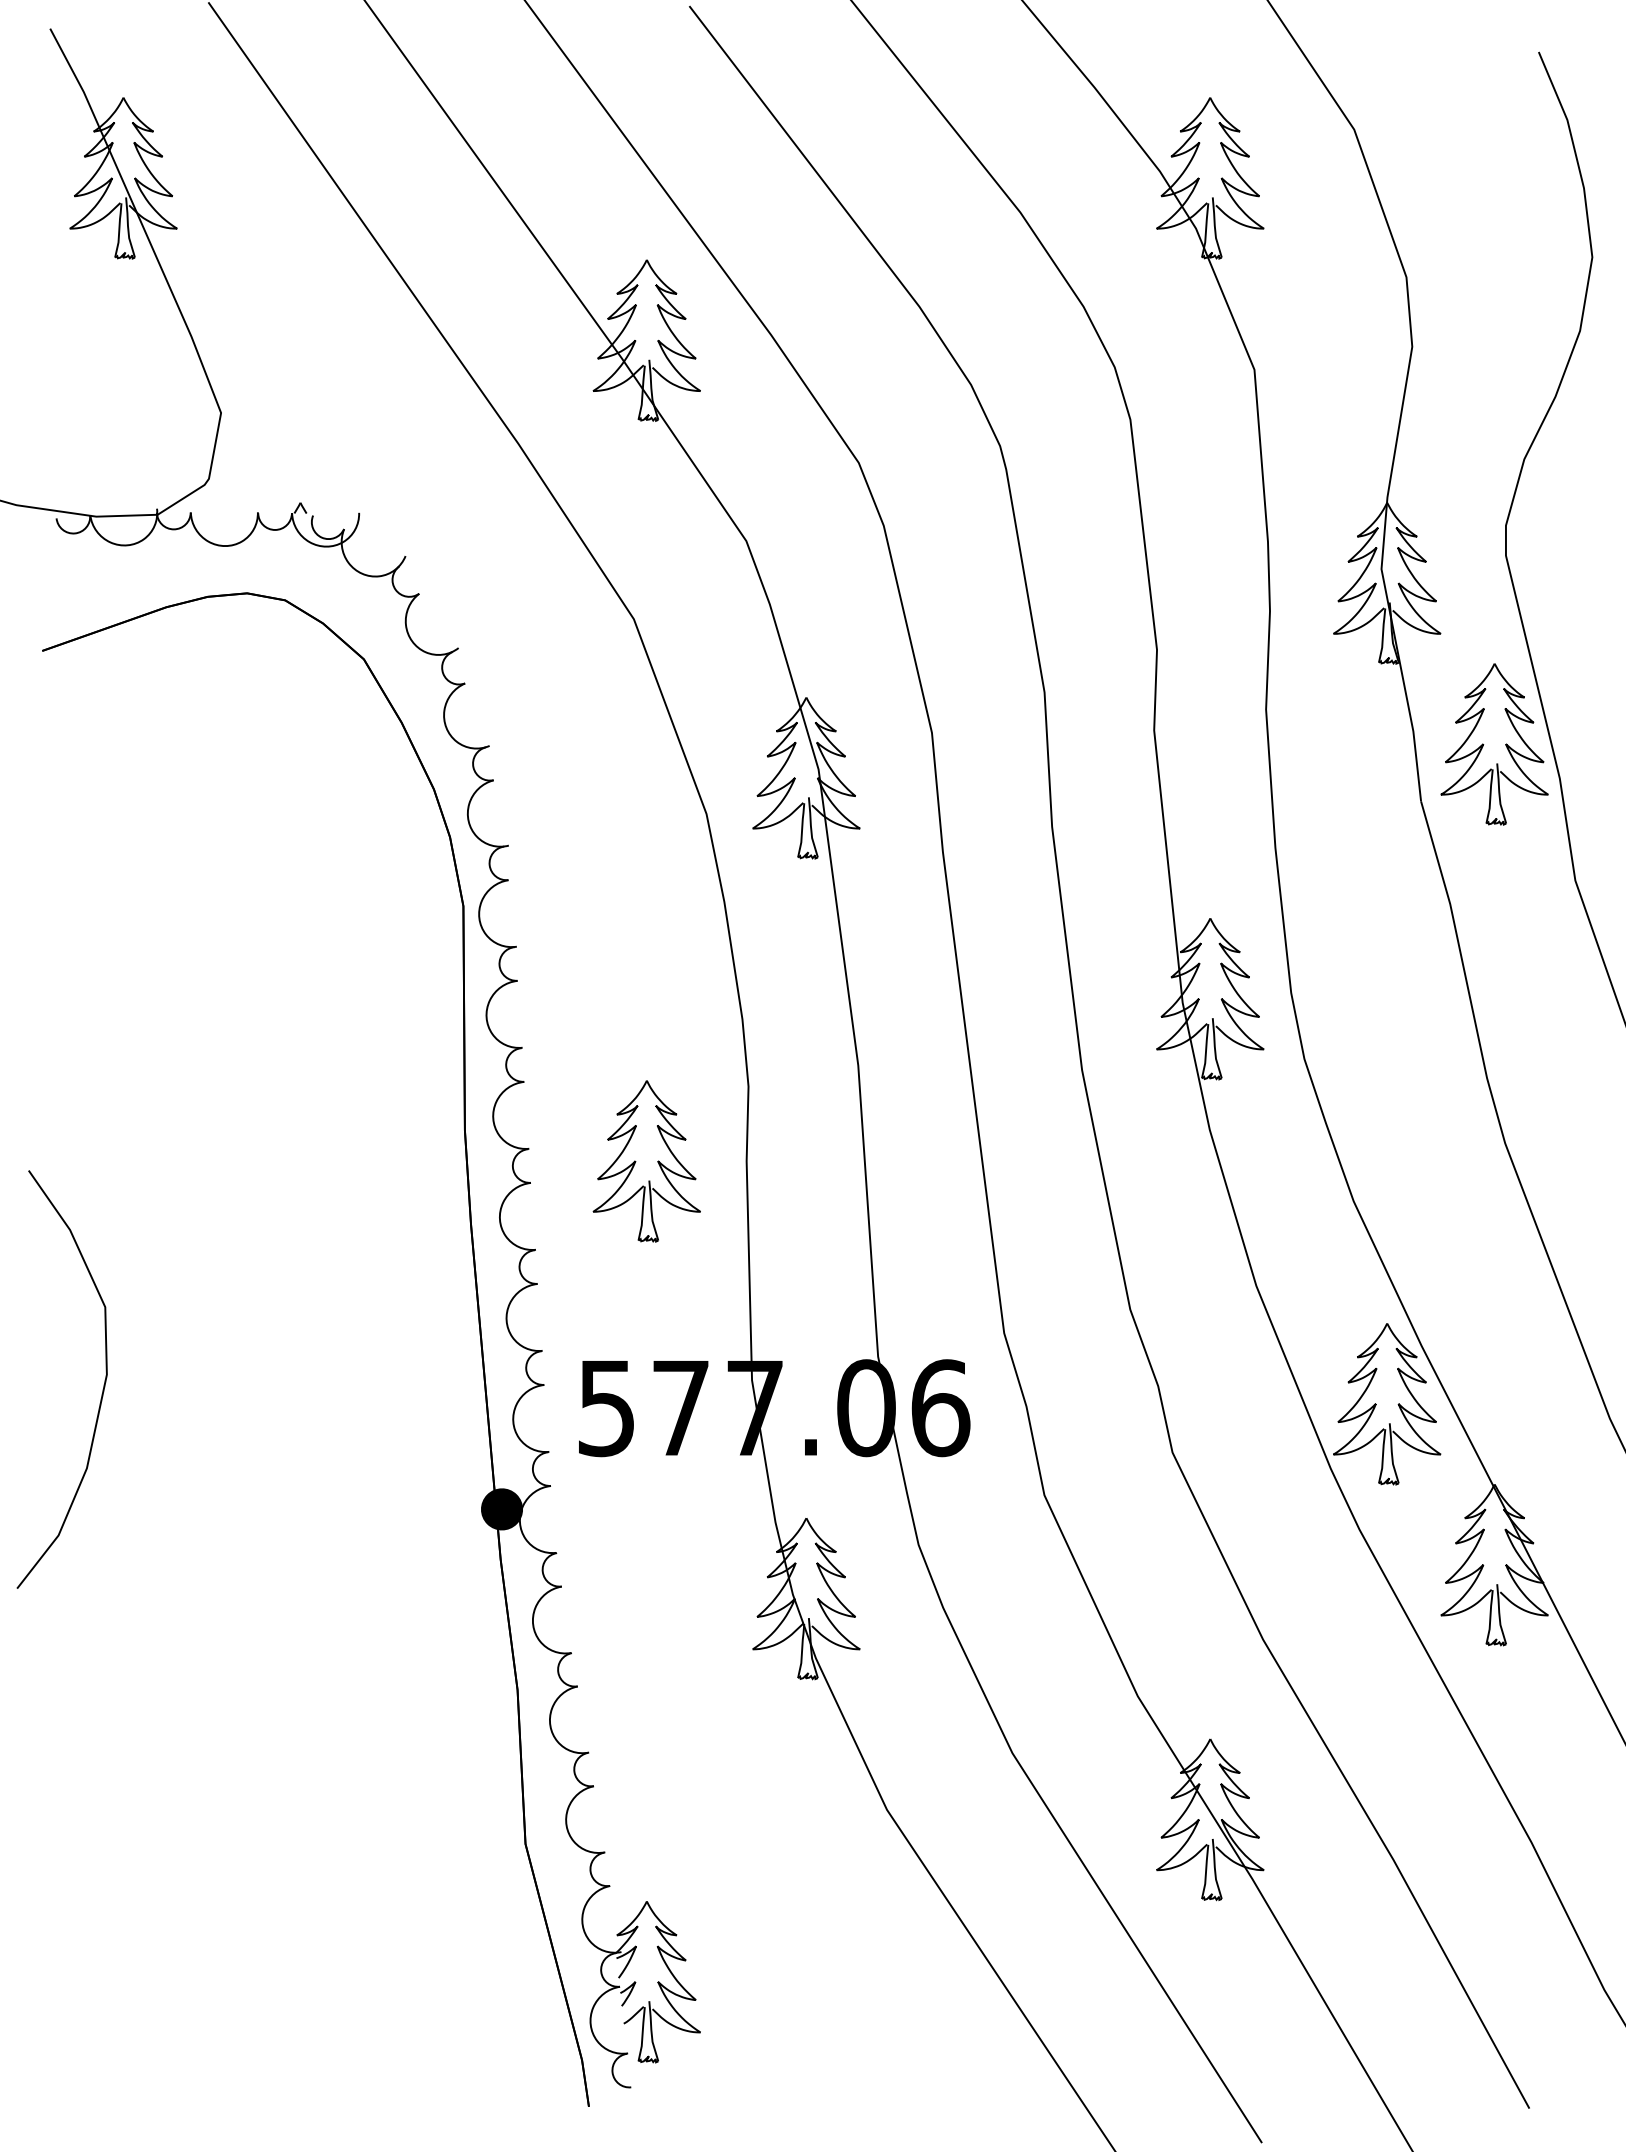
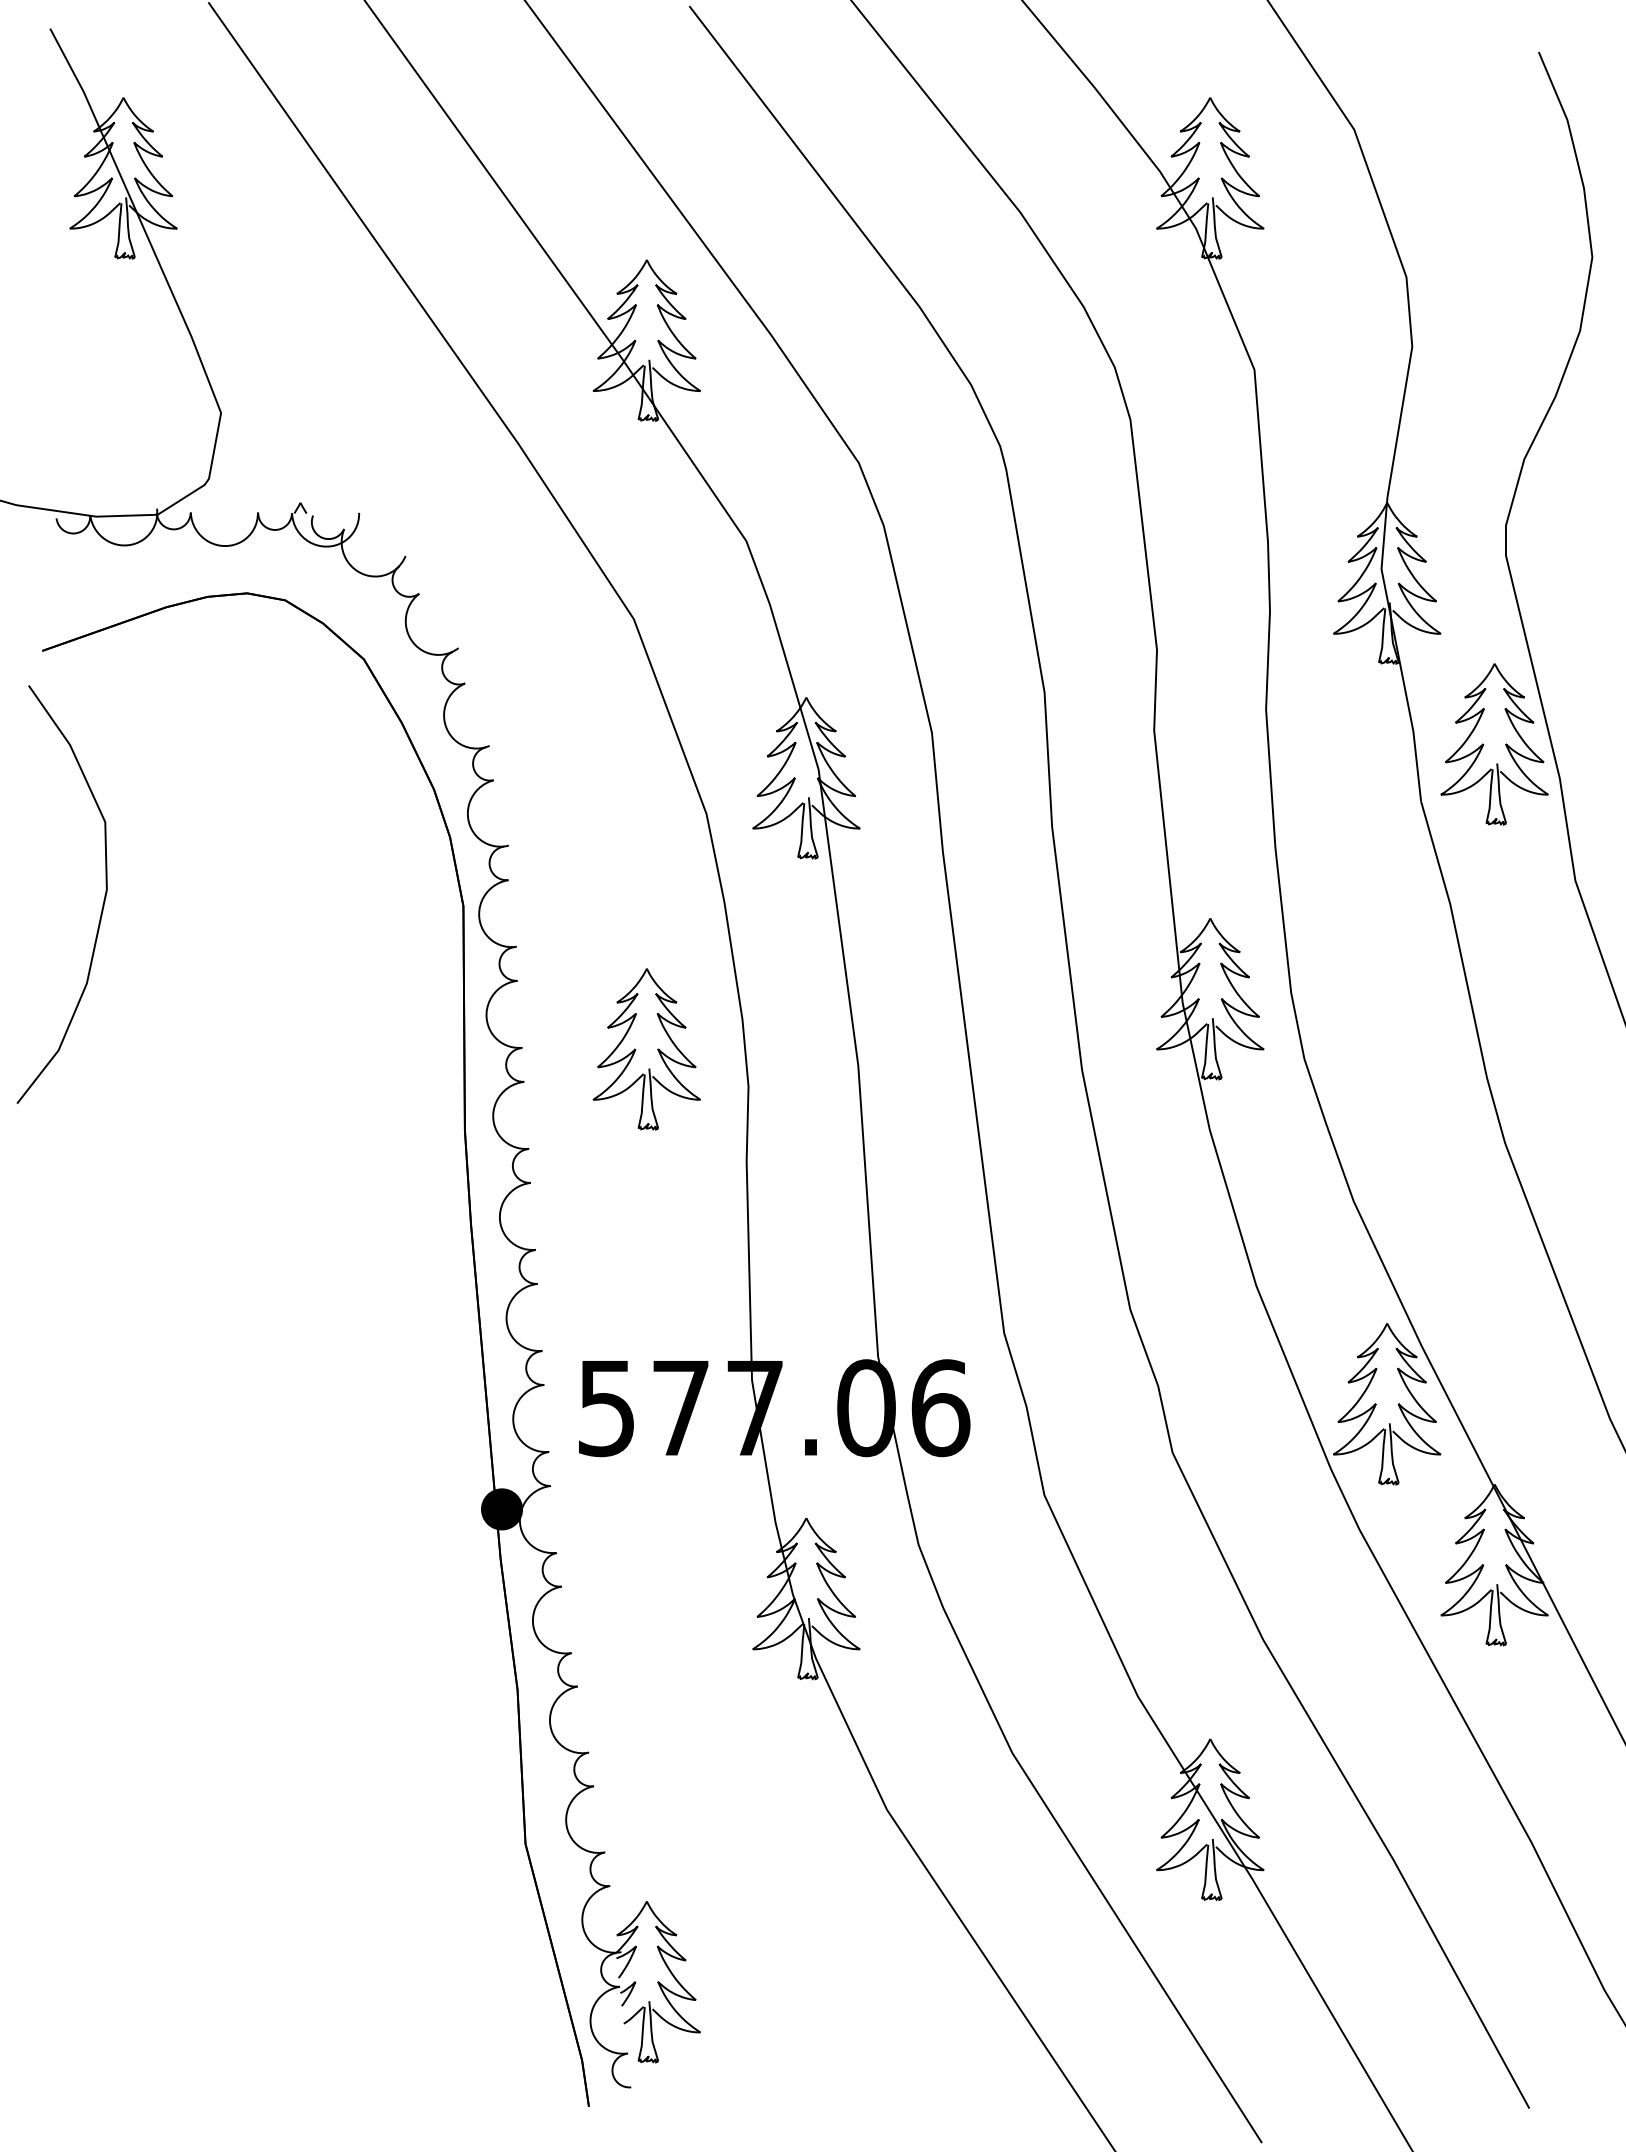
part at (646, 1161) position: (646, 1161) -> (646, 1049)
curve at (102, 1389) position: (102, 1389) -> (102, 904)
